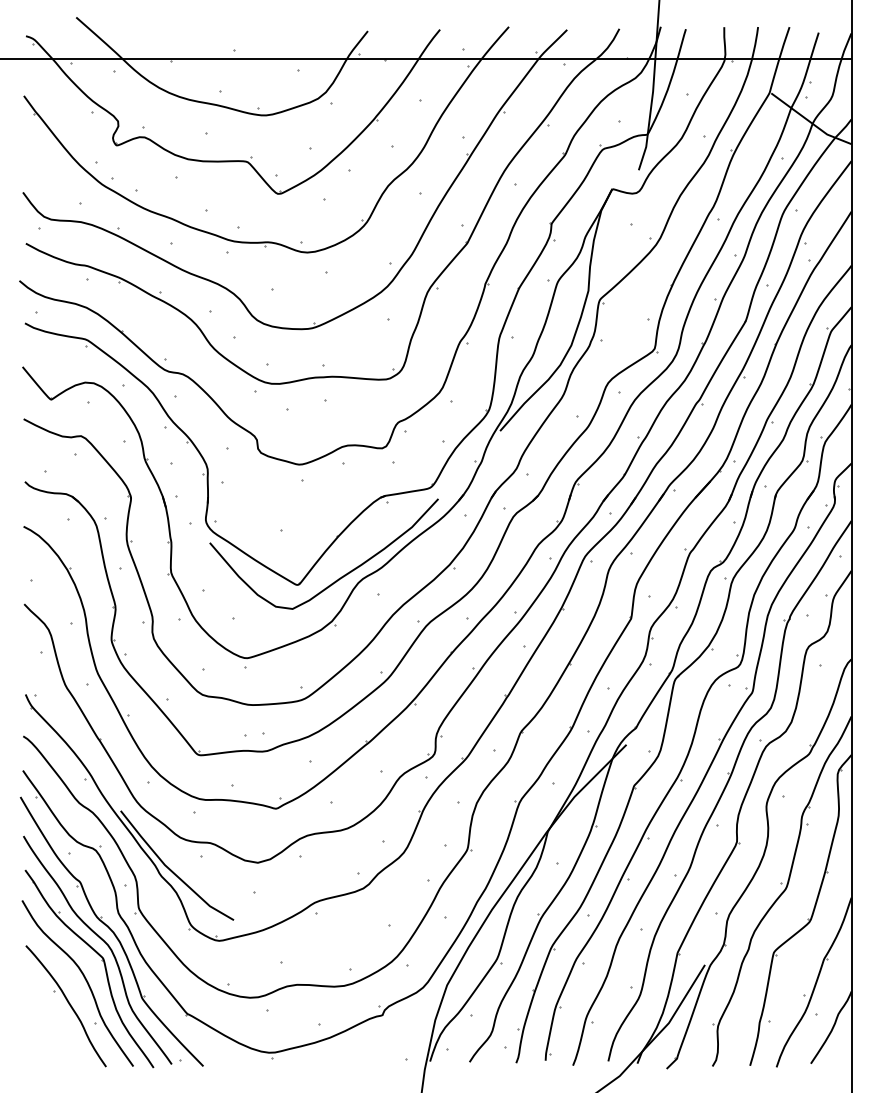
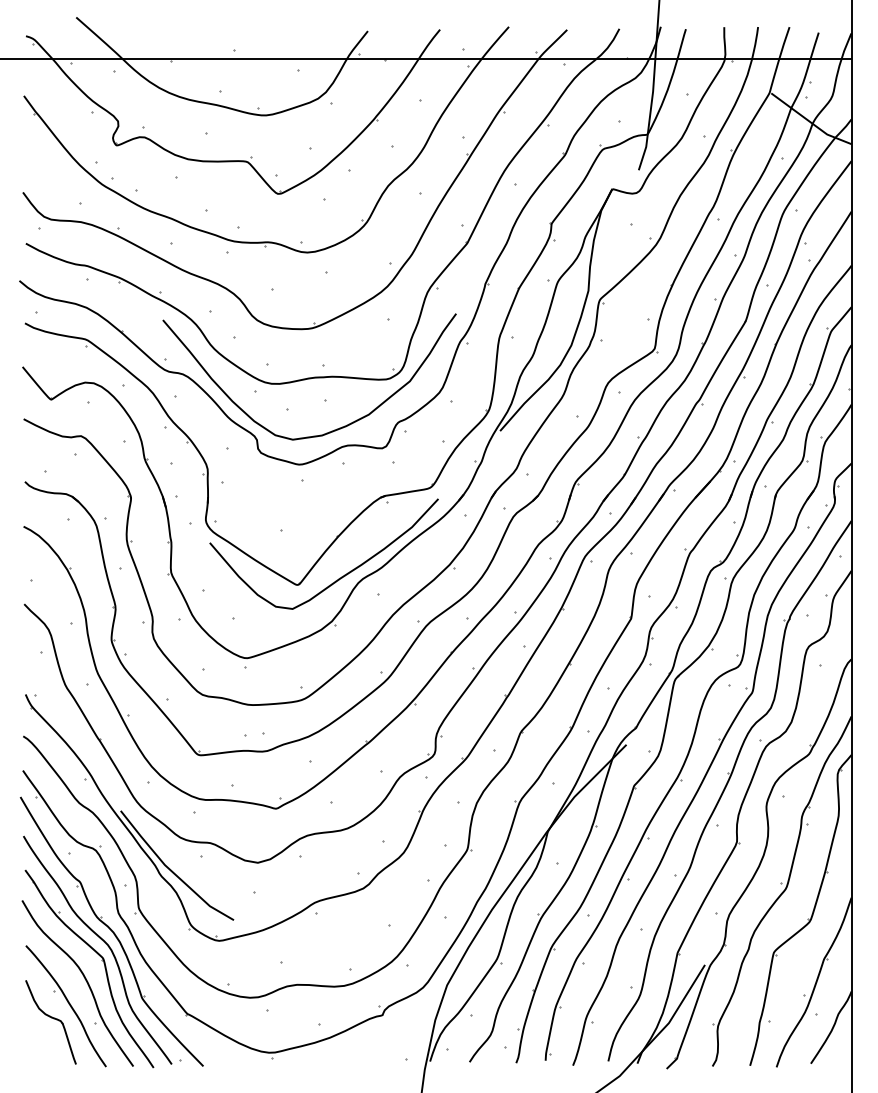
curve at (331, 430): none -> present
part at (50, 1022): none -> present
